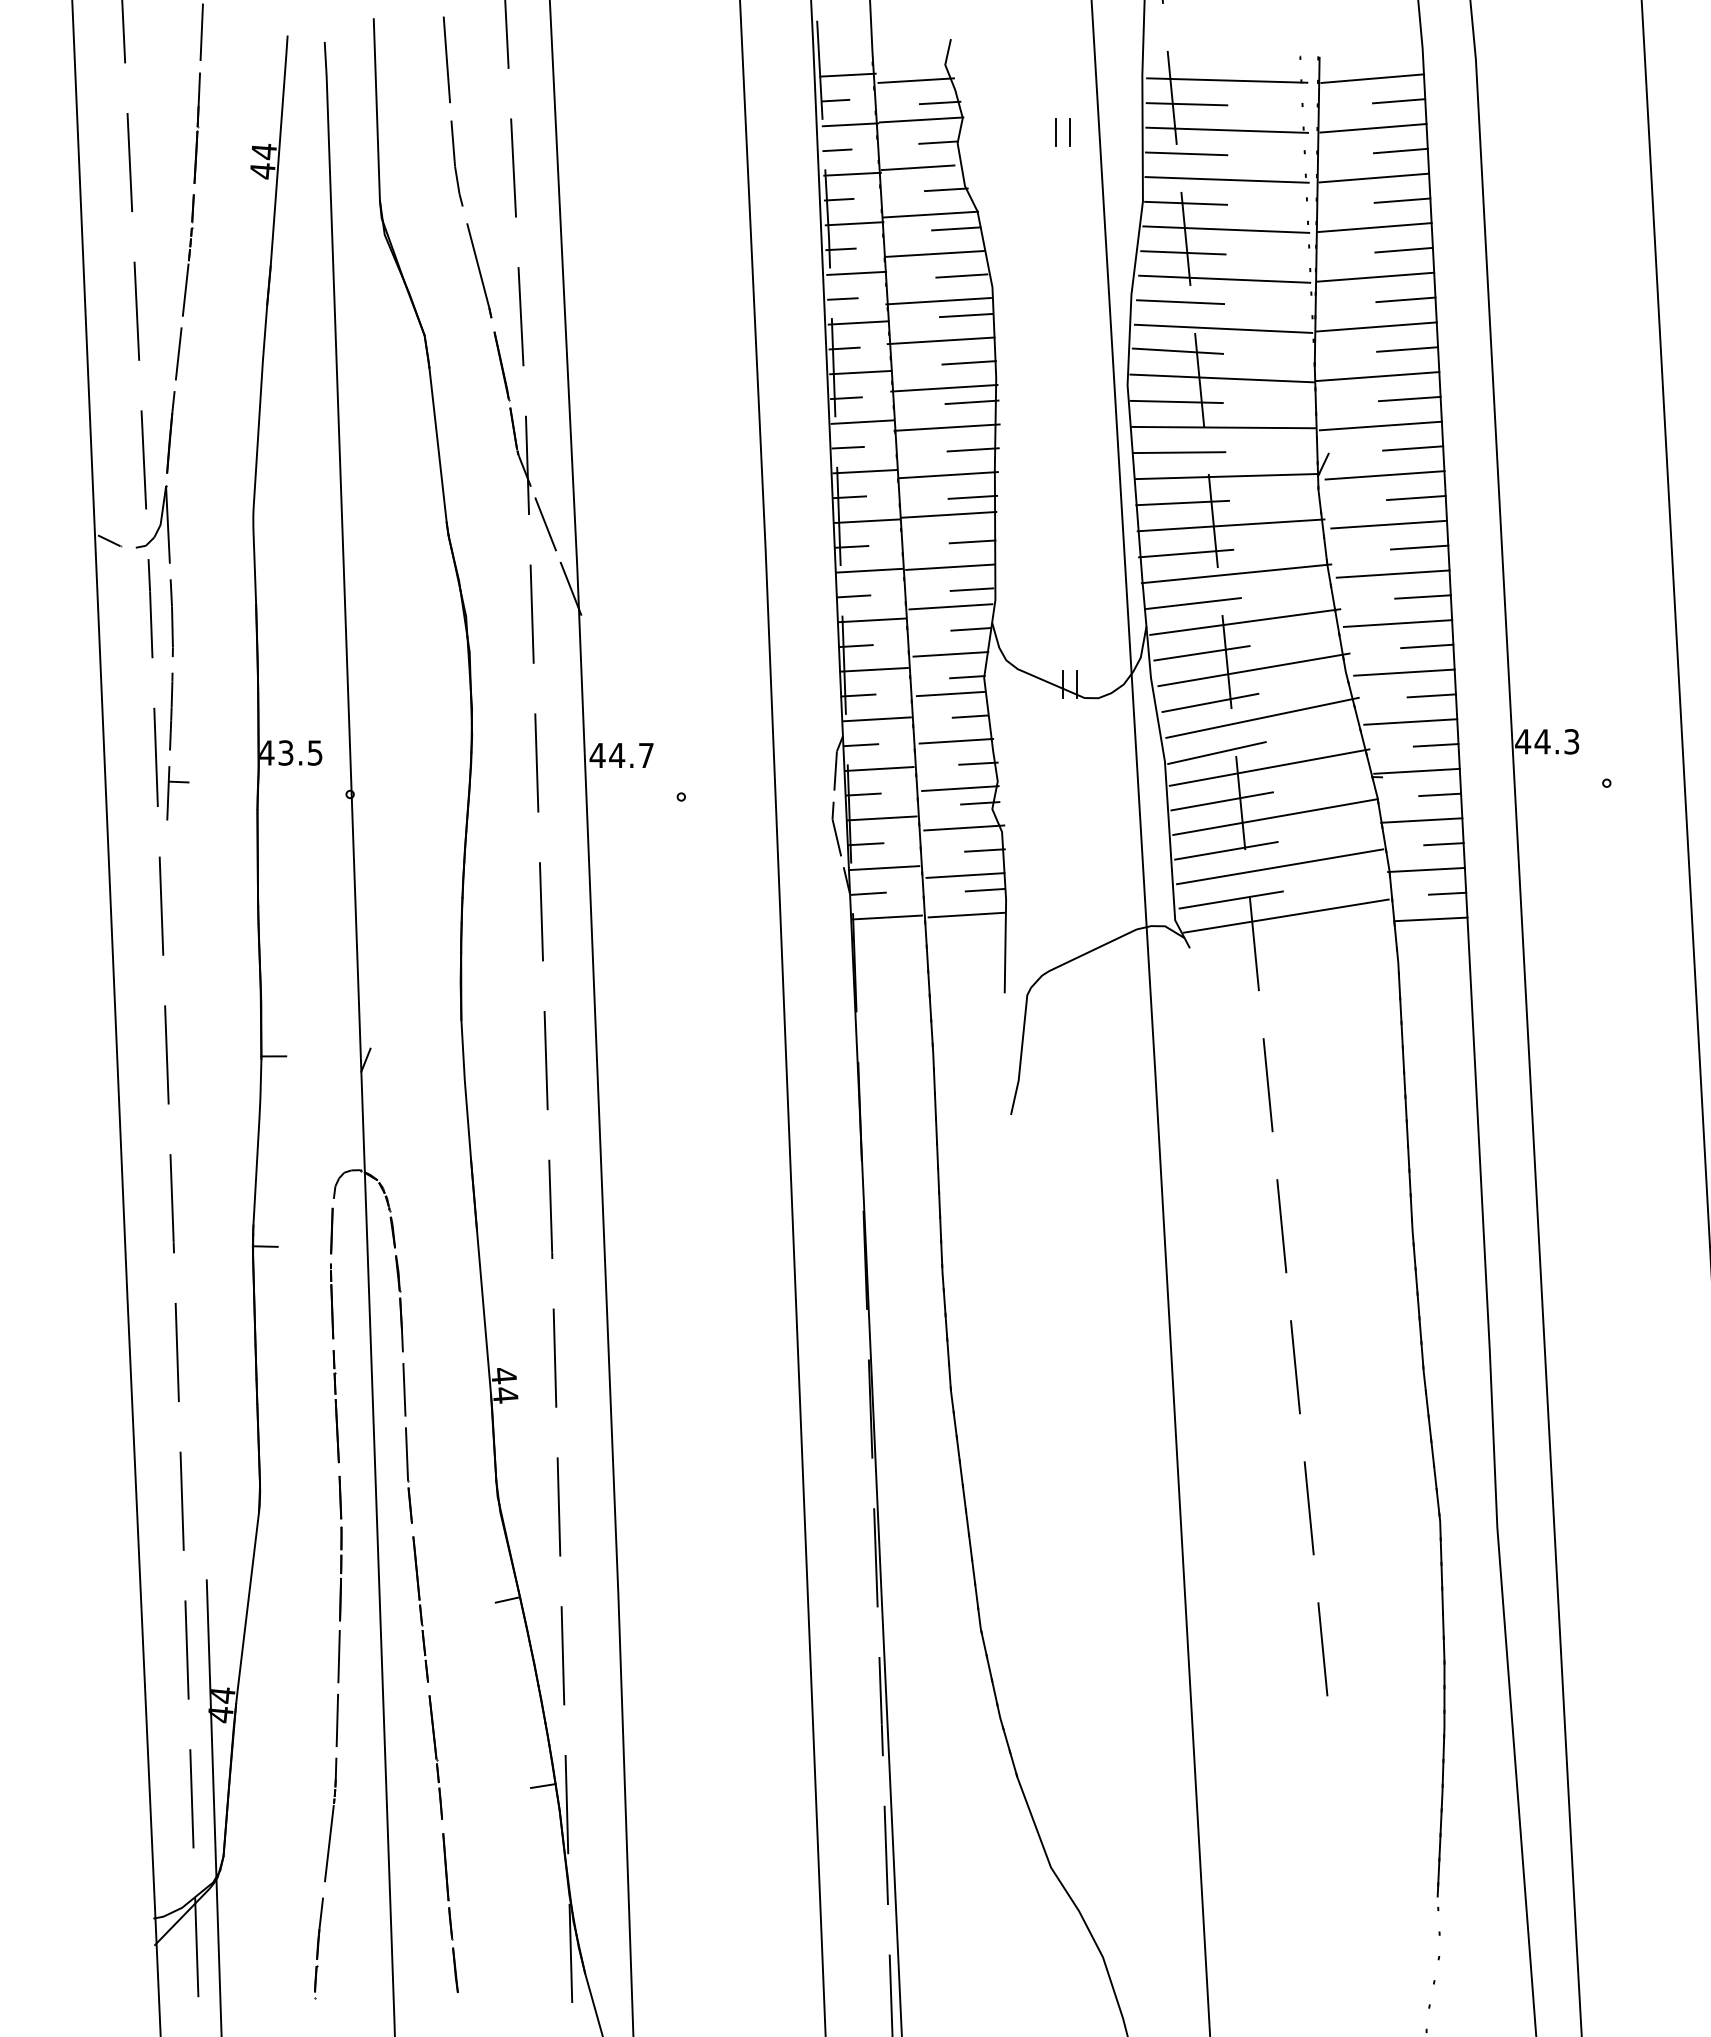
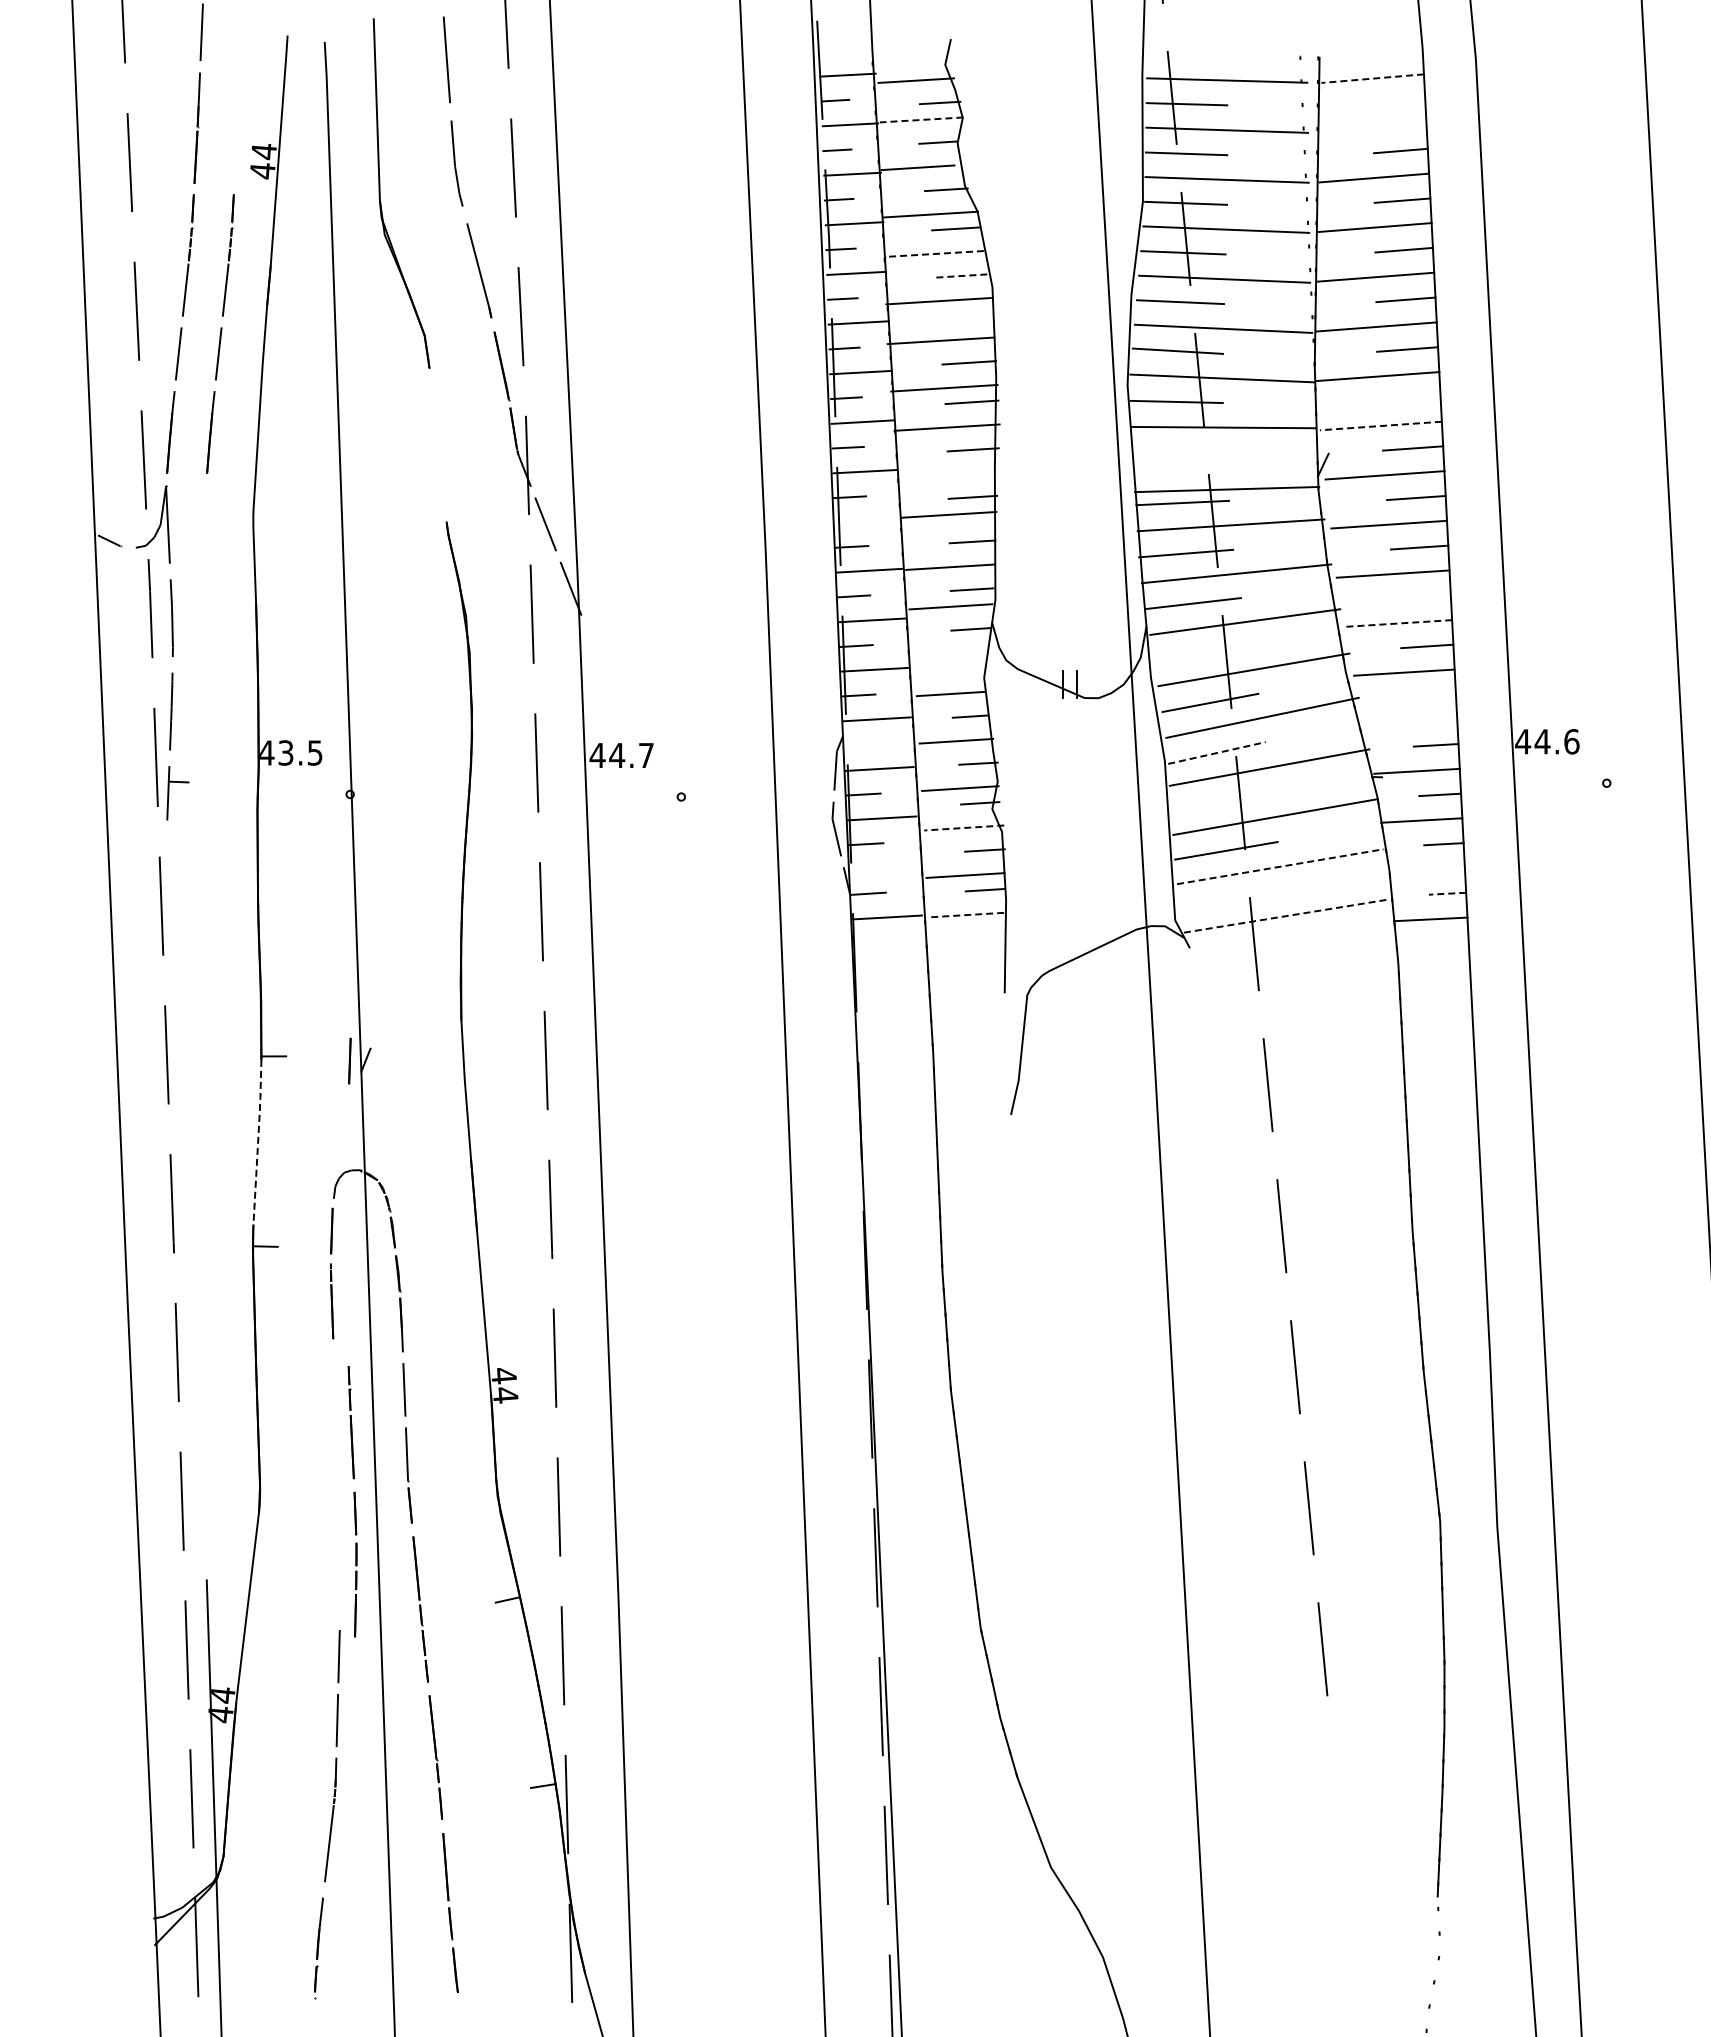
line at (1372, 78): solid -> dashed
line at (1398, 101): present -> none
line at (921, 119): solid -> dashed
line at (1373, 128): present -> none
part at (1062, 132): present -> none
line at (934, 254): solid -> dashed
line at (961, 276): solid -> dashed
line at (965, 315): present -> none
part at (220, 333): none -> present
line at (1409, 398): present -> none
line at (1380, 426): solid -> dashed
line at (437, 444): present -> none
line at (1179, 452): present -> none
line at (947, 475): present -> none
line at (1227, 476) position: (1227, 476) -> (1227, 489)
line at (866, 520): present -> none
line at (1422, 596): present -> none
line at (1397, 623): solid -> dashed
line at (1201, 653): present -> none
line at (950, 654): present -> none
line at (967, 677): present -> none
line at (1431, 695): present -> none
line at (1410, 721): present -> none
text at (1571, 741): 44.3 -> 44.6
line at (860, 745): present -> none
line at (1216, 753): solid -> dashed
line at (1221, 801): present -> none
line at (963, 828): solid -> dashed
line at (1280, 866): solid -> dashed
line at (884, 868): present -> none
line at (1426, 869): present -> none
line at (1447, 893): solid -> dashed
line at (1230, 899): present -> none
line at (966, 915): solid -> dashed
line at (1286, 916): solid -> dashed
line at (349, 1060): none -> present
line at (258, 1141): solid -> dashed
part at (337, 1485) position: (337, 1485) -> (352, 1501)
